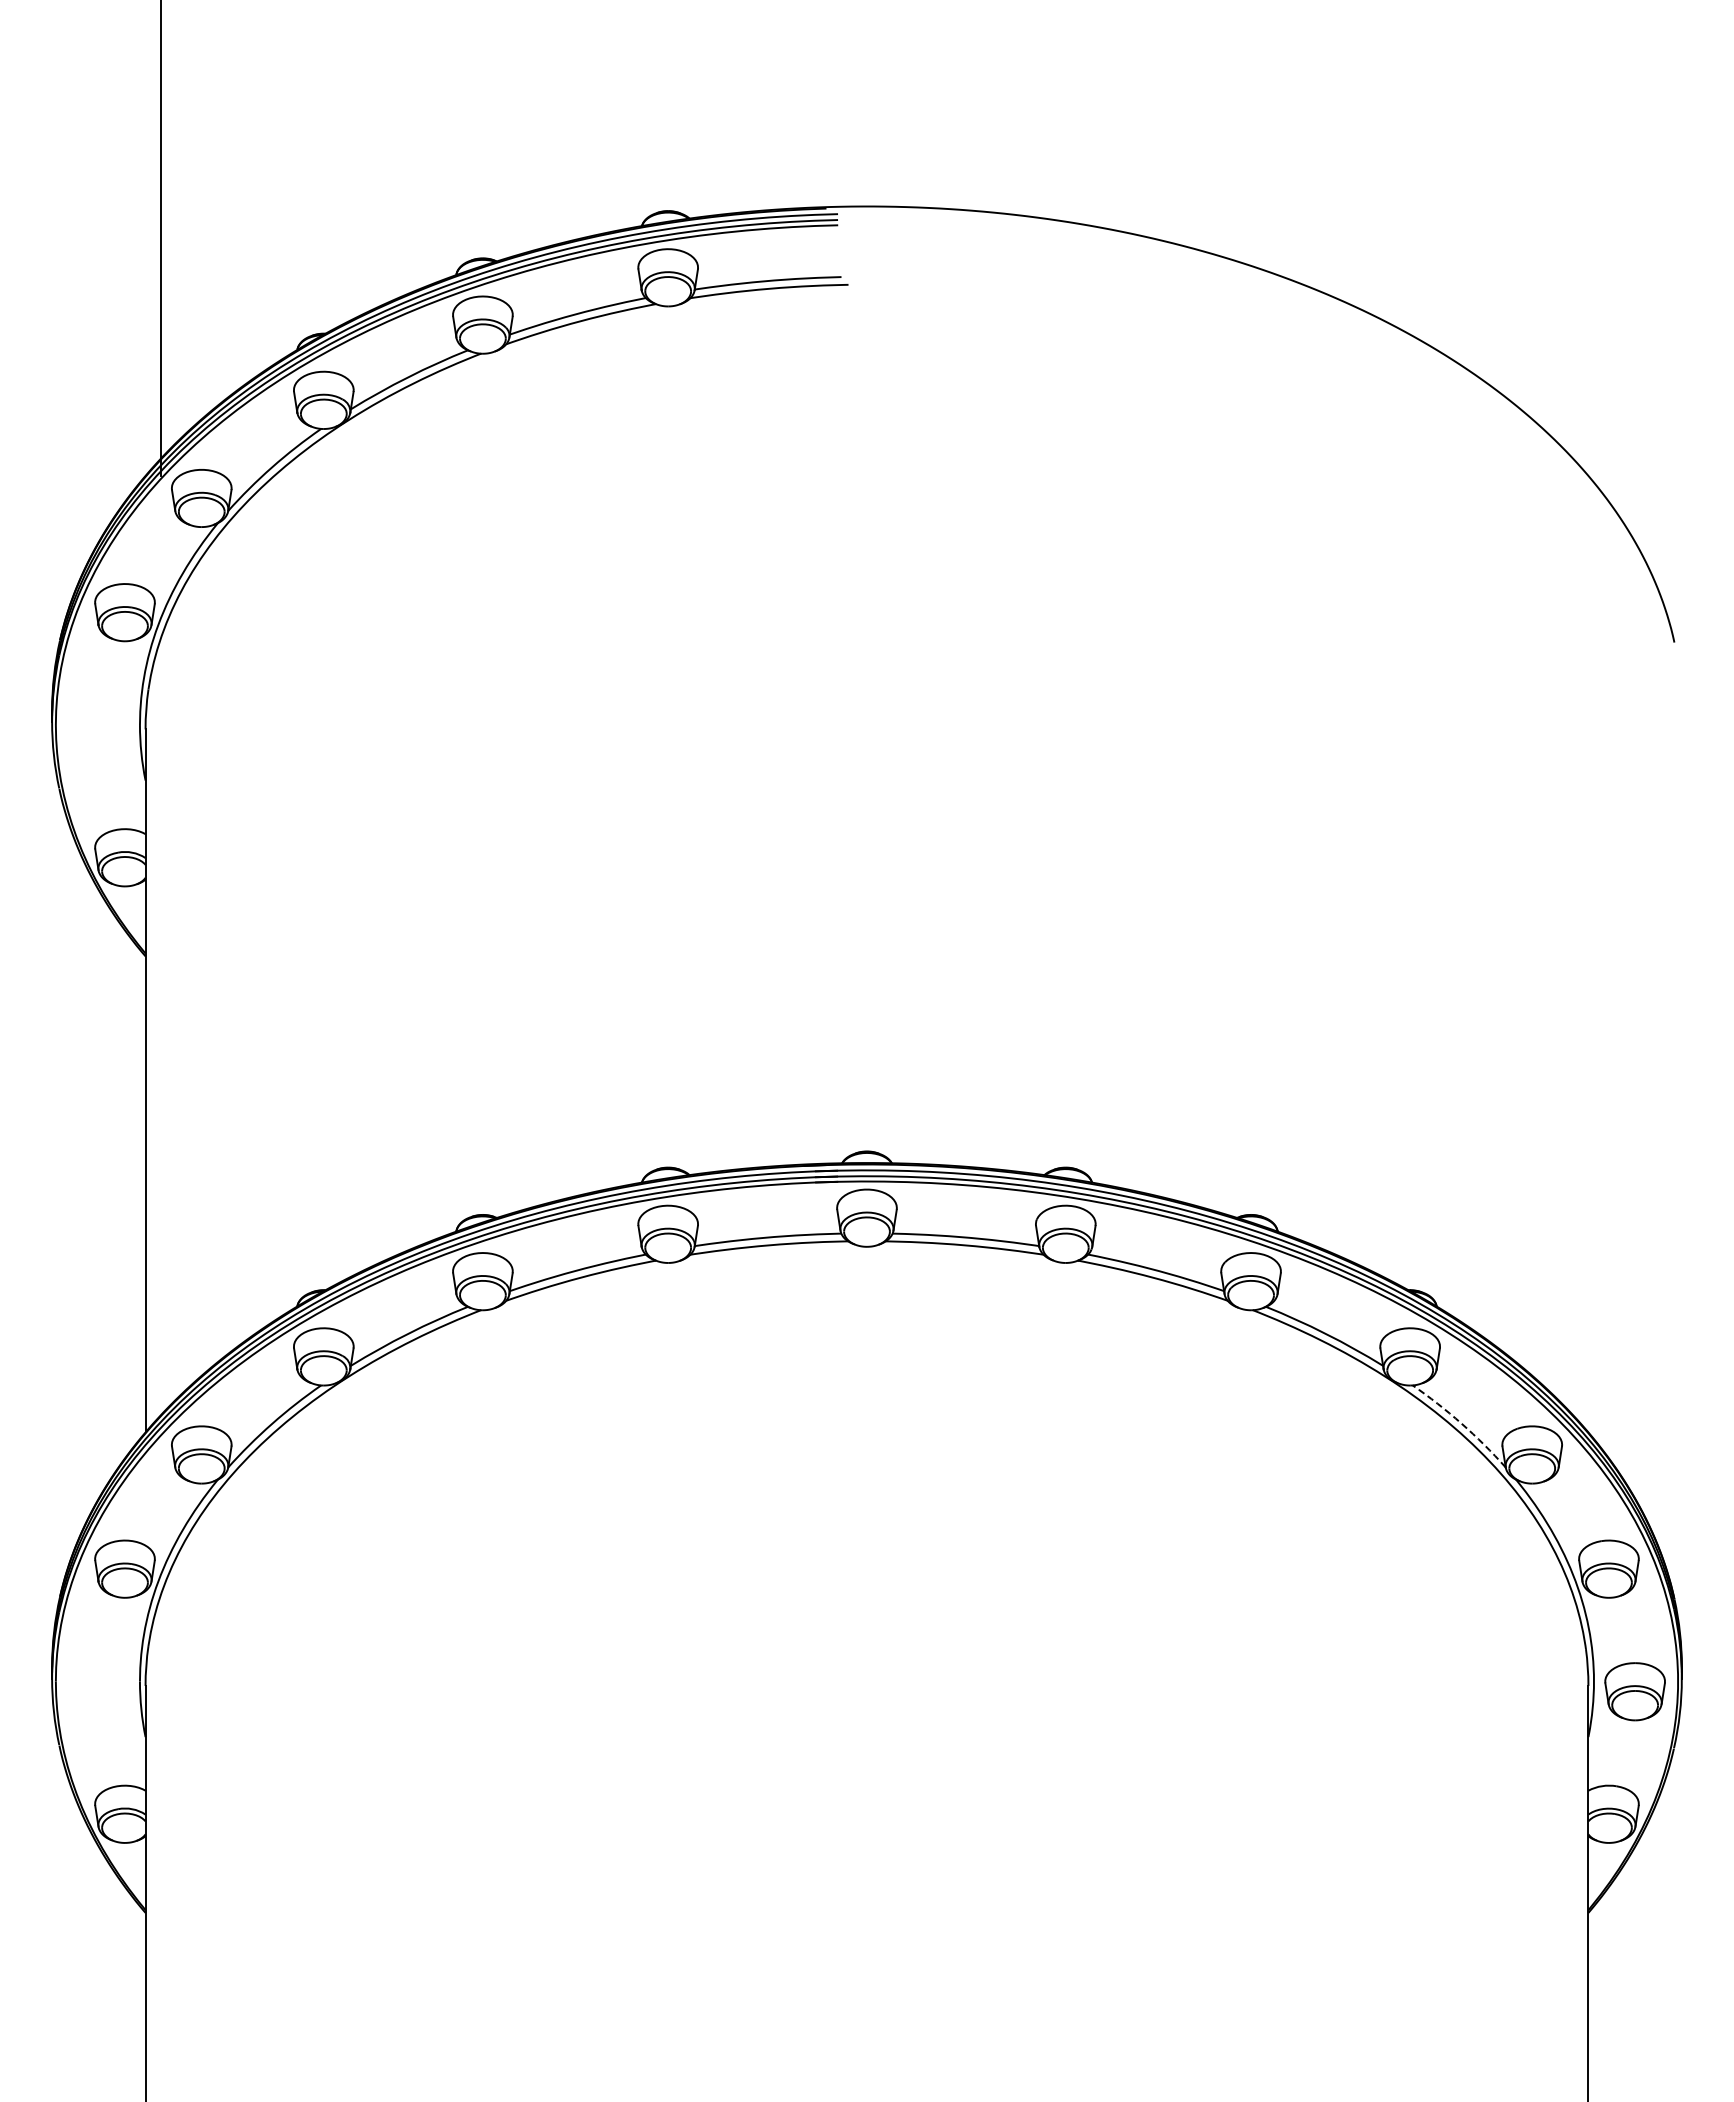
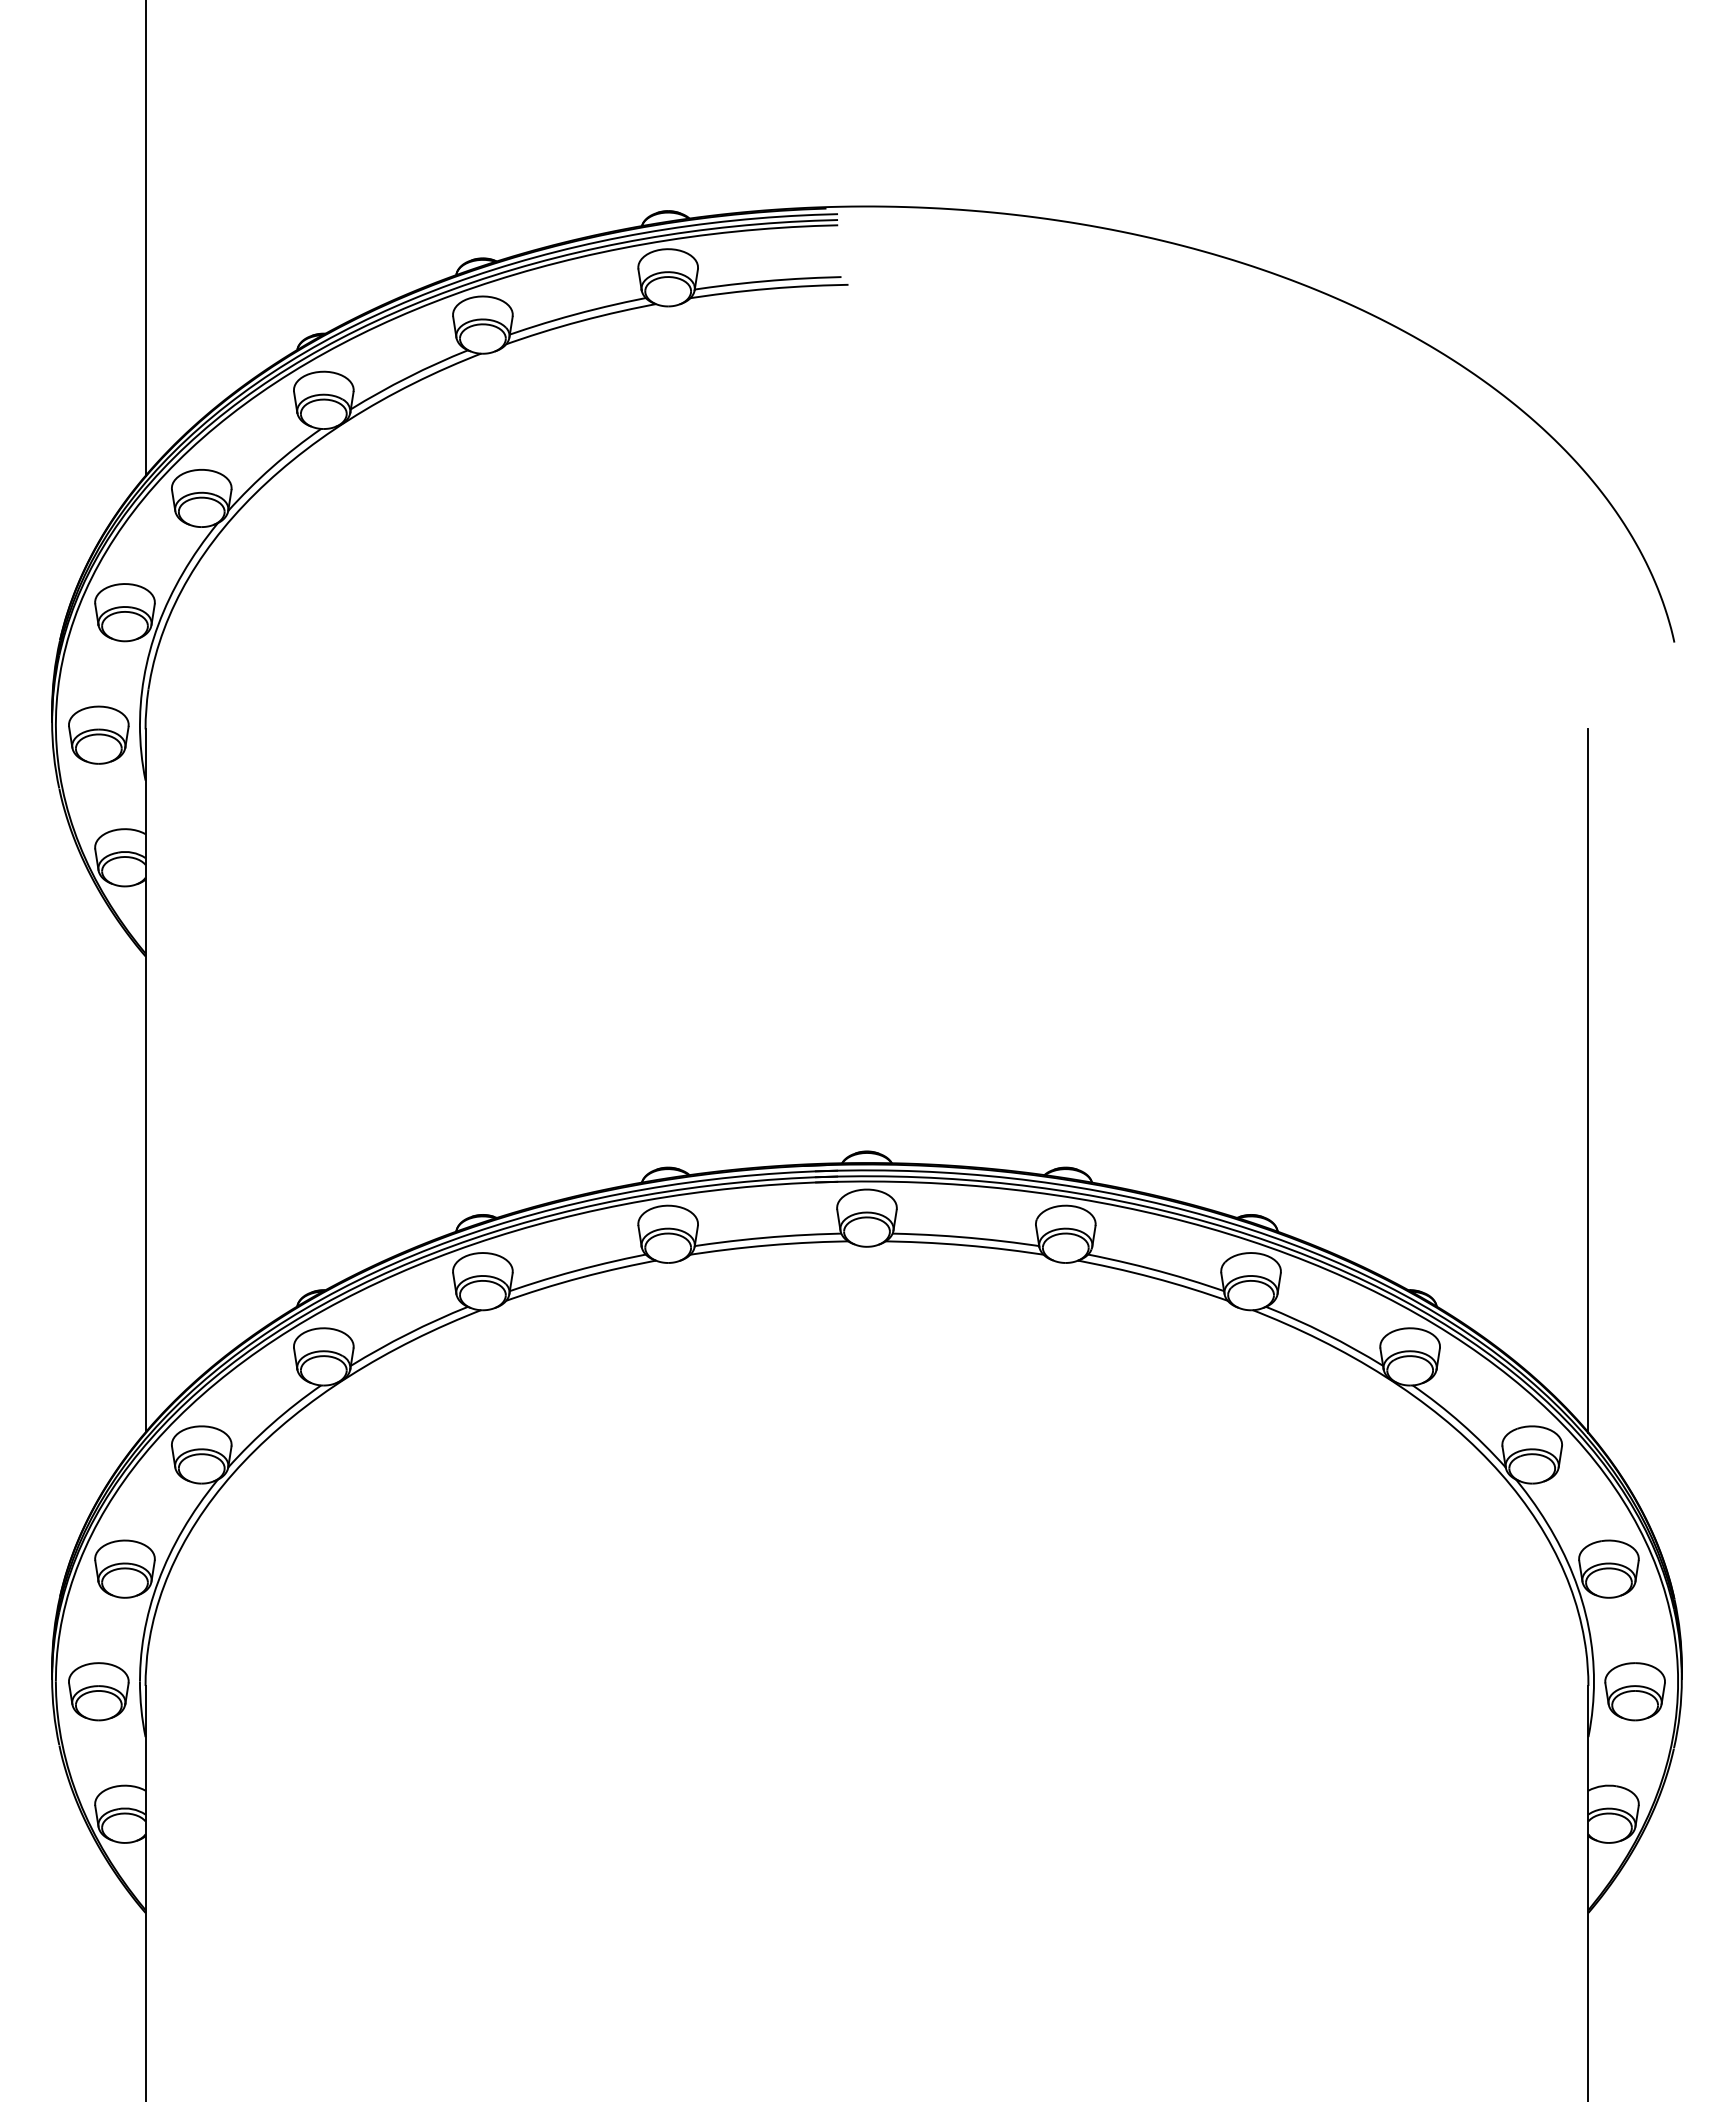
line at (160, 238) position: (160, 238) -> (145, 238)
part at (98, 734): none -> present
line at (1588, 1080): none -> present
arc at (1461, 1423): dashed -> solid
part at (98, 1691): none -> present
